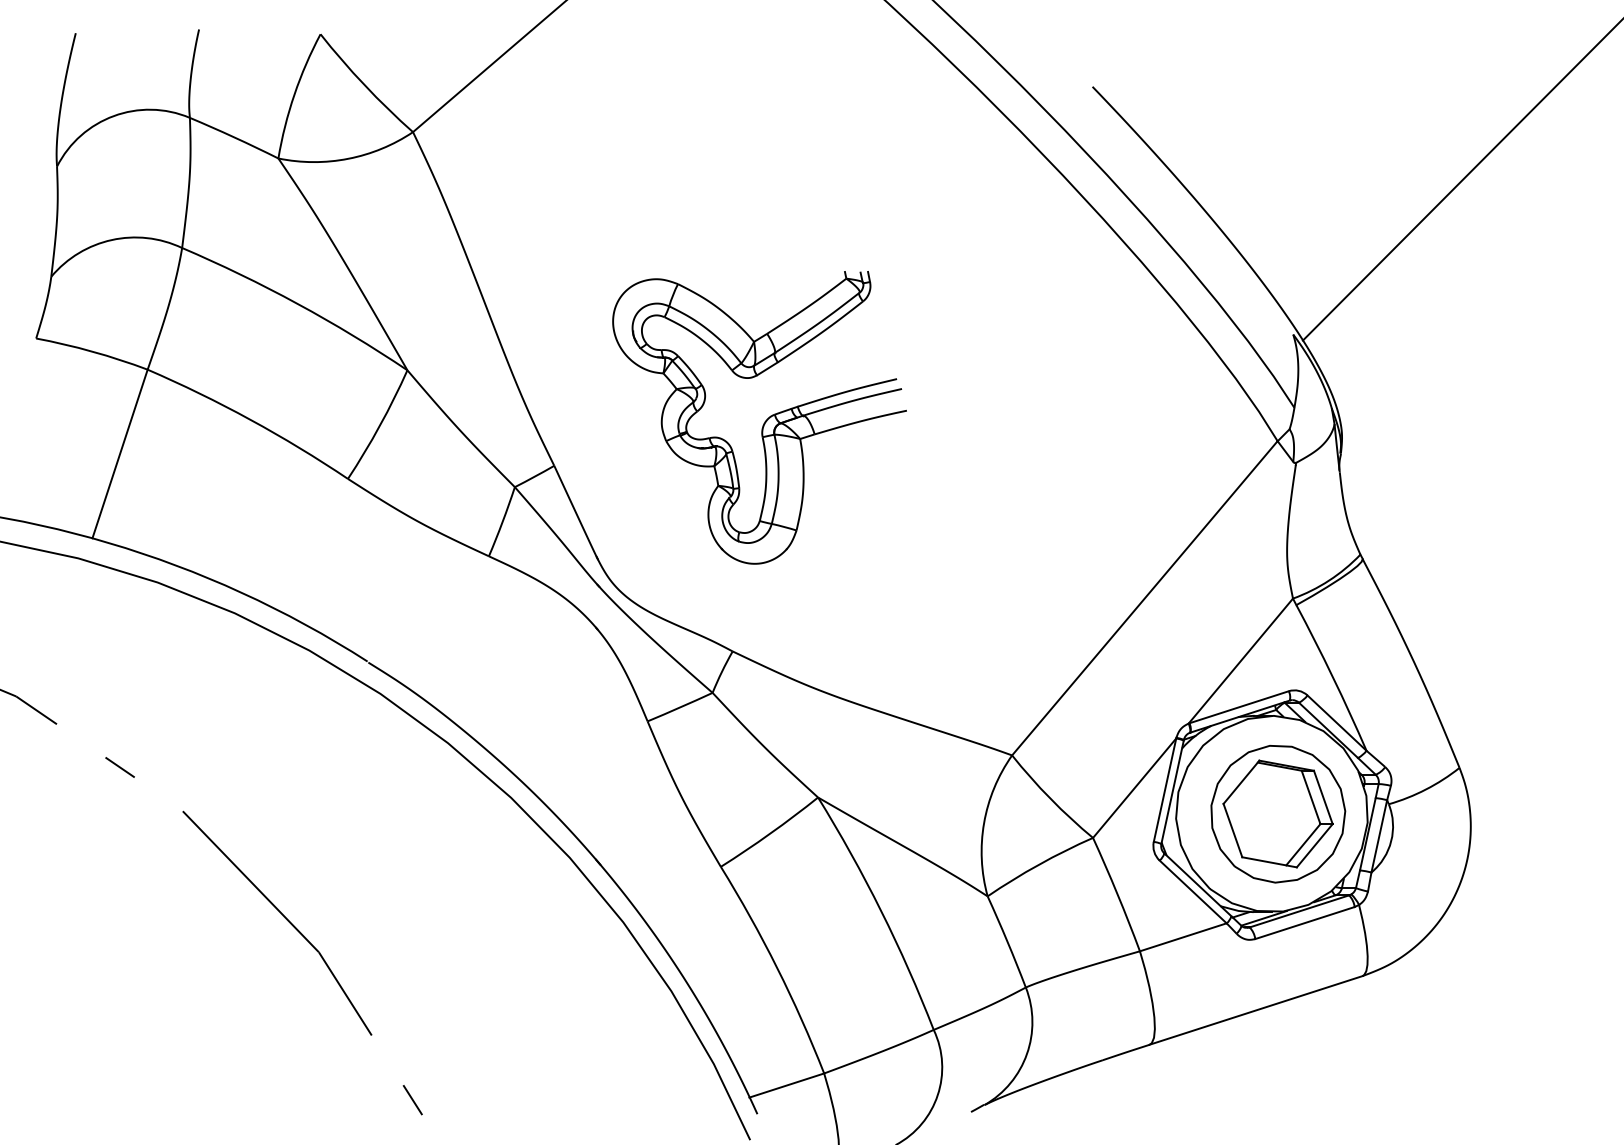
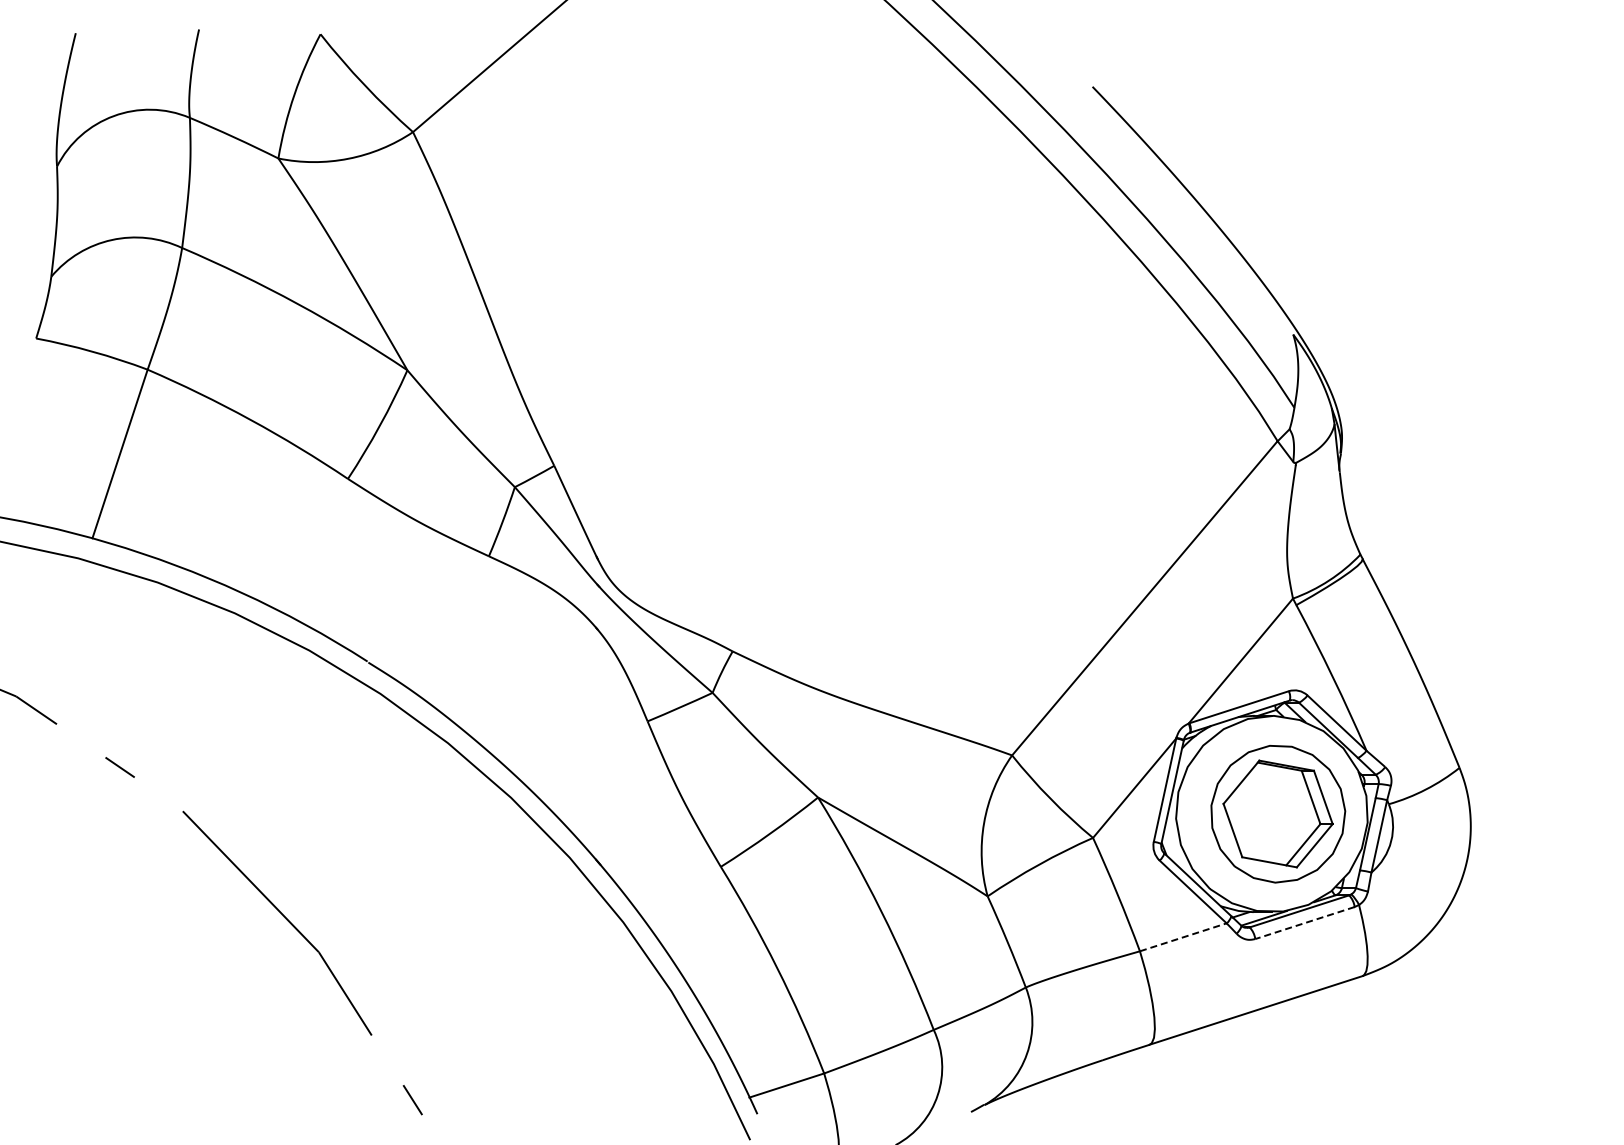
line at (1461, 180): present -> none
part at (764, 421): present -> none
line at (1304, 923): solid -> dashed
line at (1183, 937): solid -> dashed
